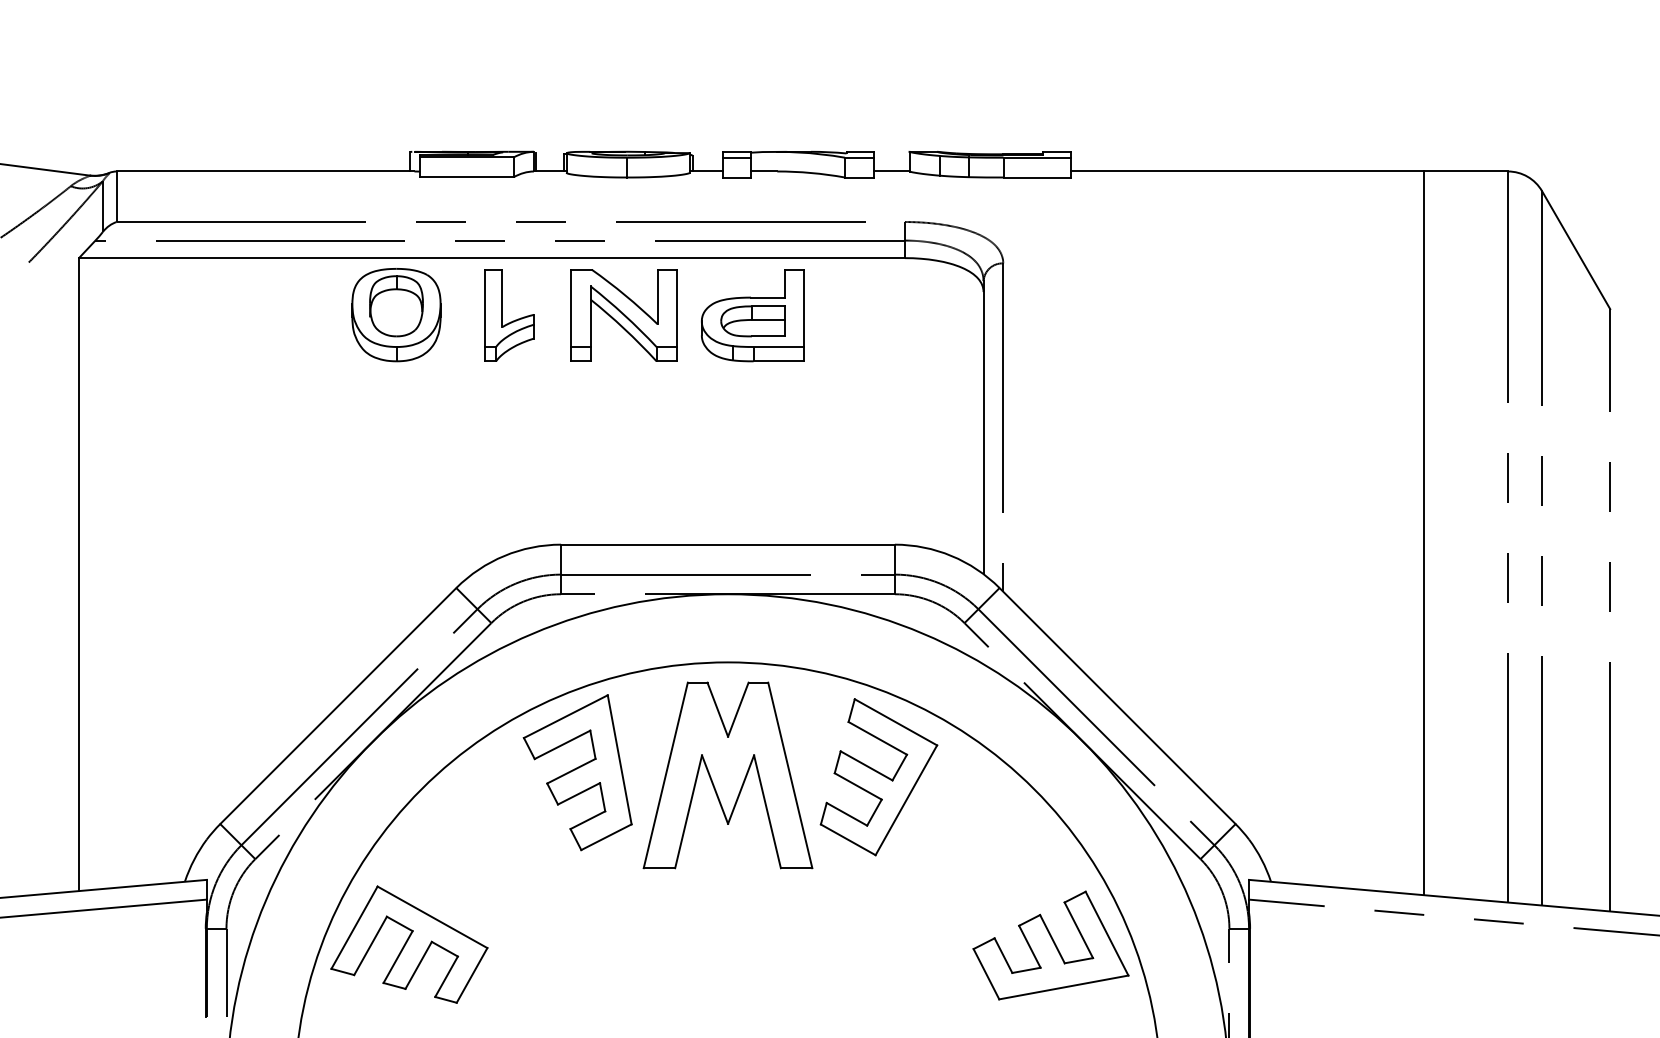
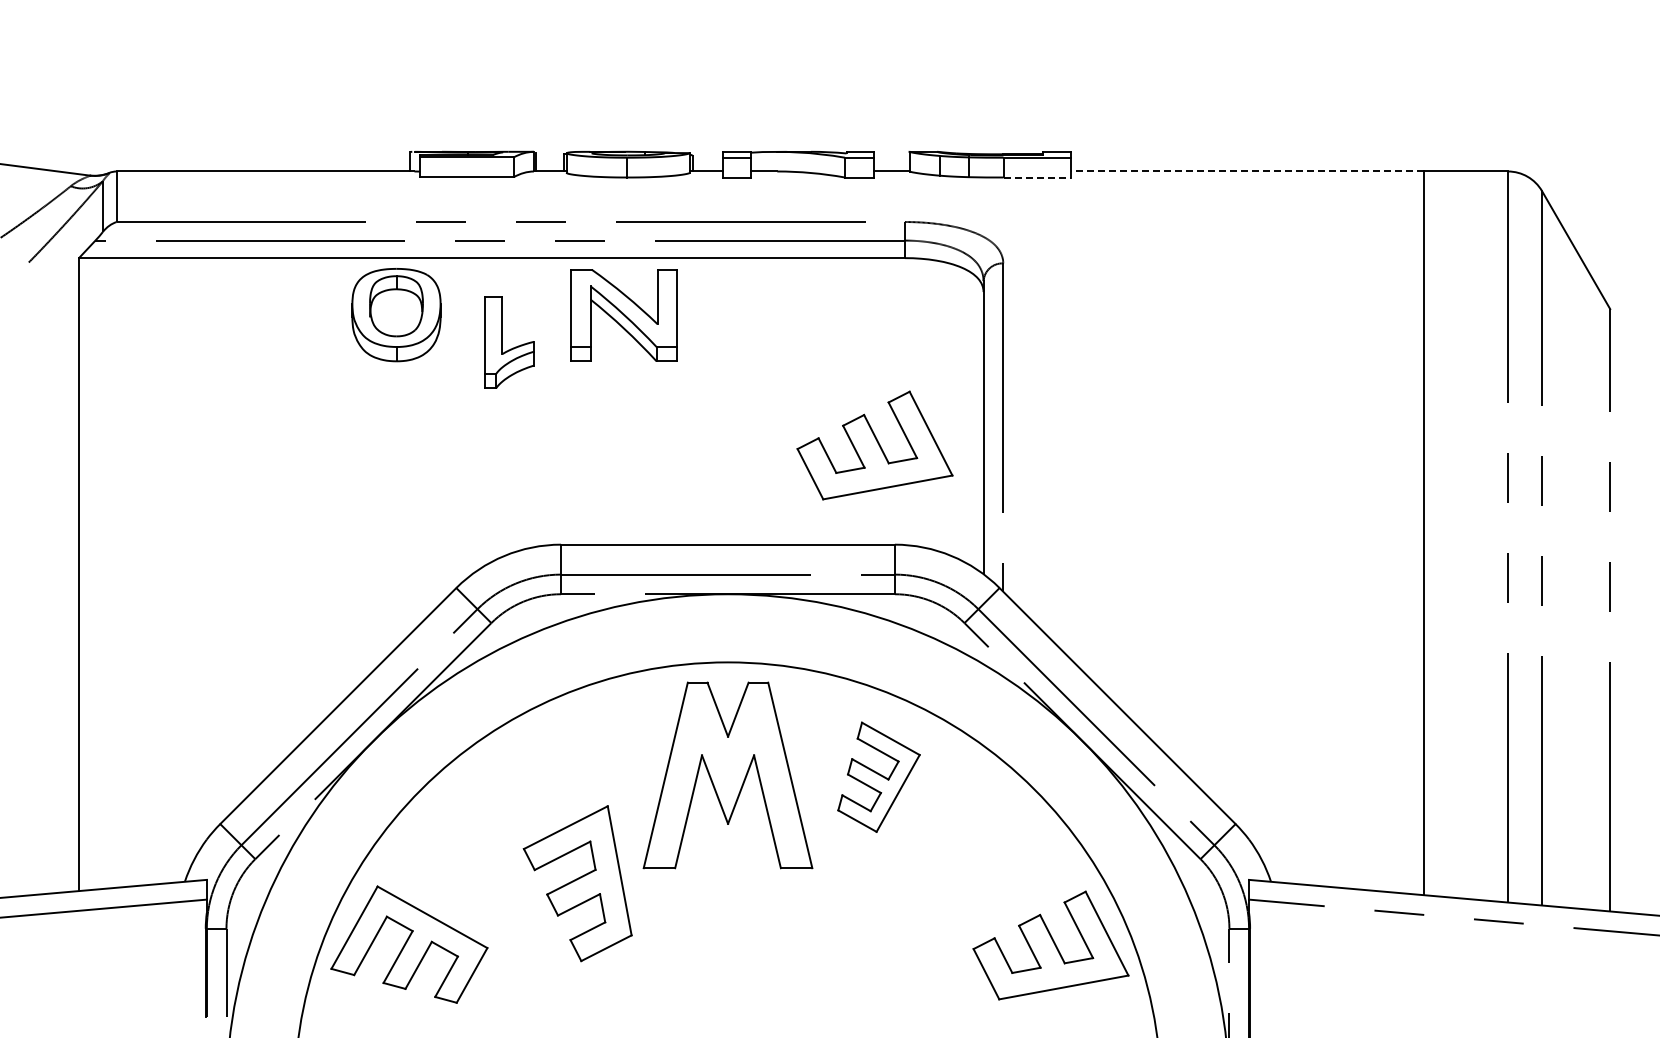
line at (1247, 171): solid -> dashed
line at (1037, 177): solid -> dashed
part at (752, 315): present -> none
part at (510, 321) position: (510, 321) -> (510, 348)
part at (874, 445): none -> present
part at (577, 772) position: (577, 772) -> (577, 883)
part at (878, 777) size: 120x159 px -> 84x112 px
